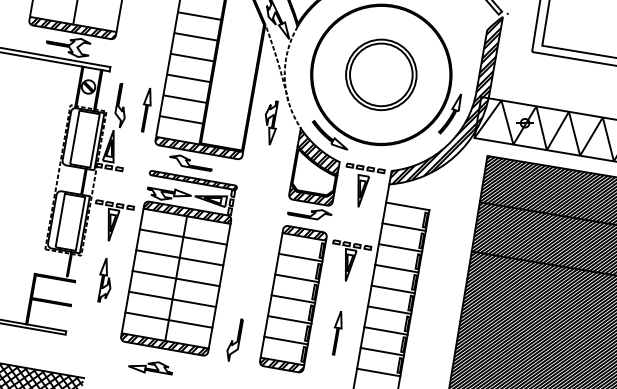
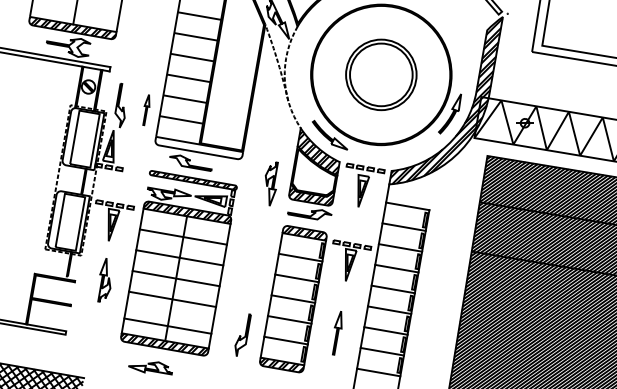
part at (146, 109) size: 11x46 px -> 9x33 px
part at (271, 122) position: (271, 122) -> (271, 183)
hatch at (198, 147): present -> none
line at (168, 319) position: (168, 319) -> (167, 325)
part at (234, 339) position: (234, 339) -> (242, 334)
